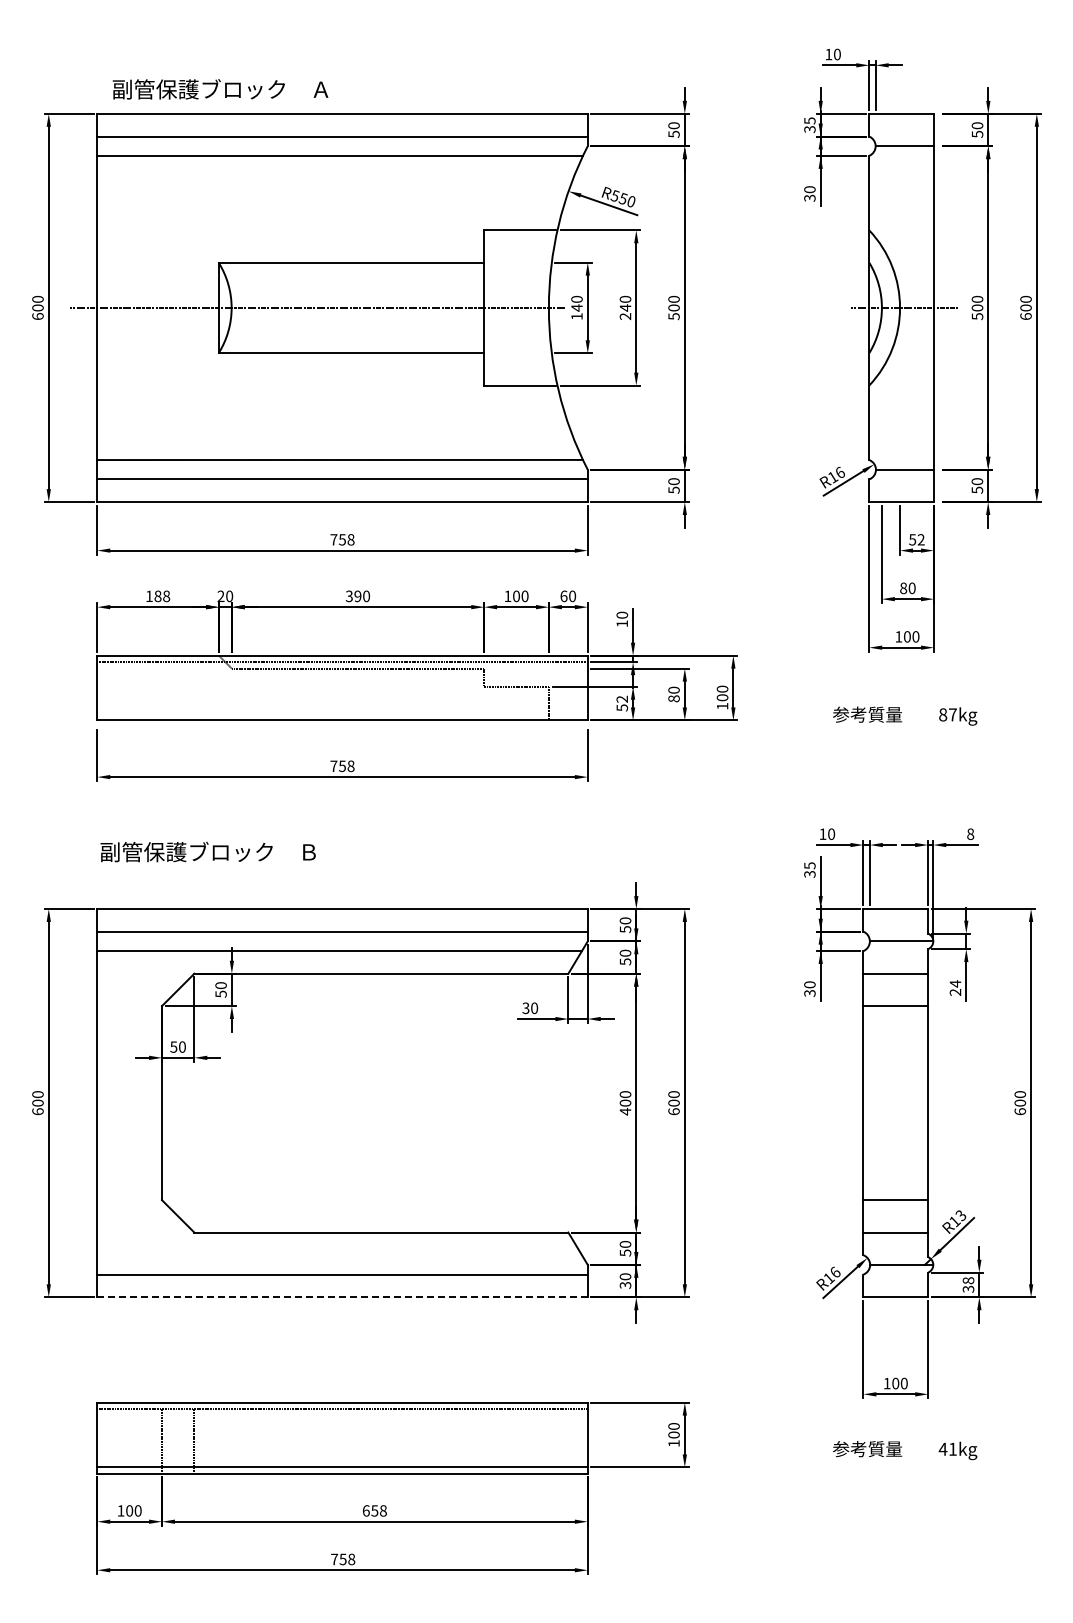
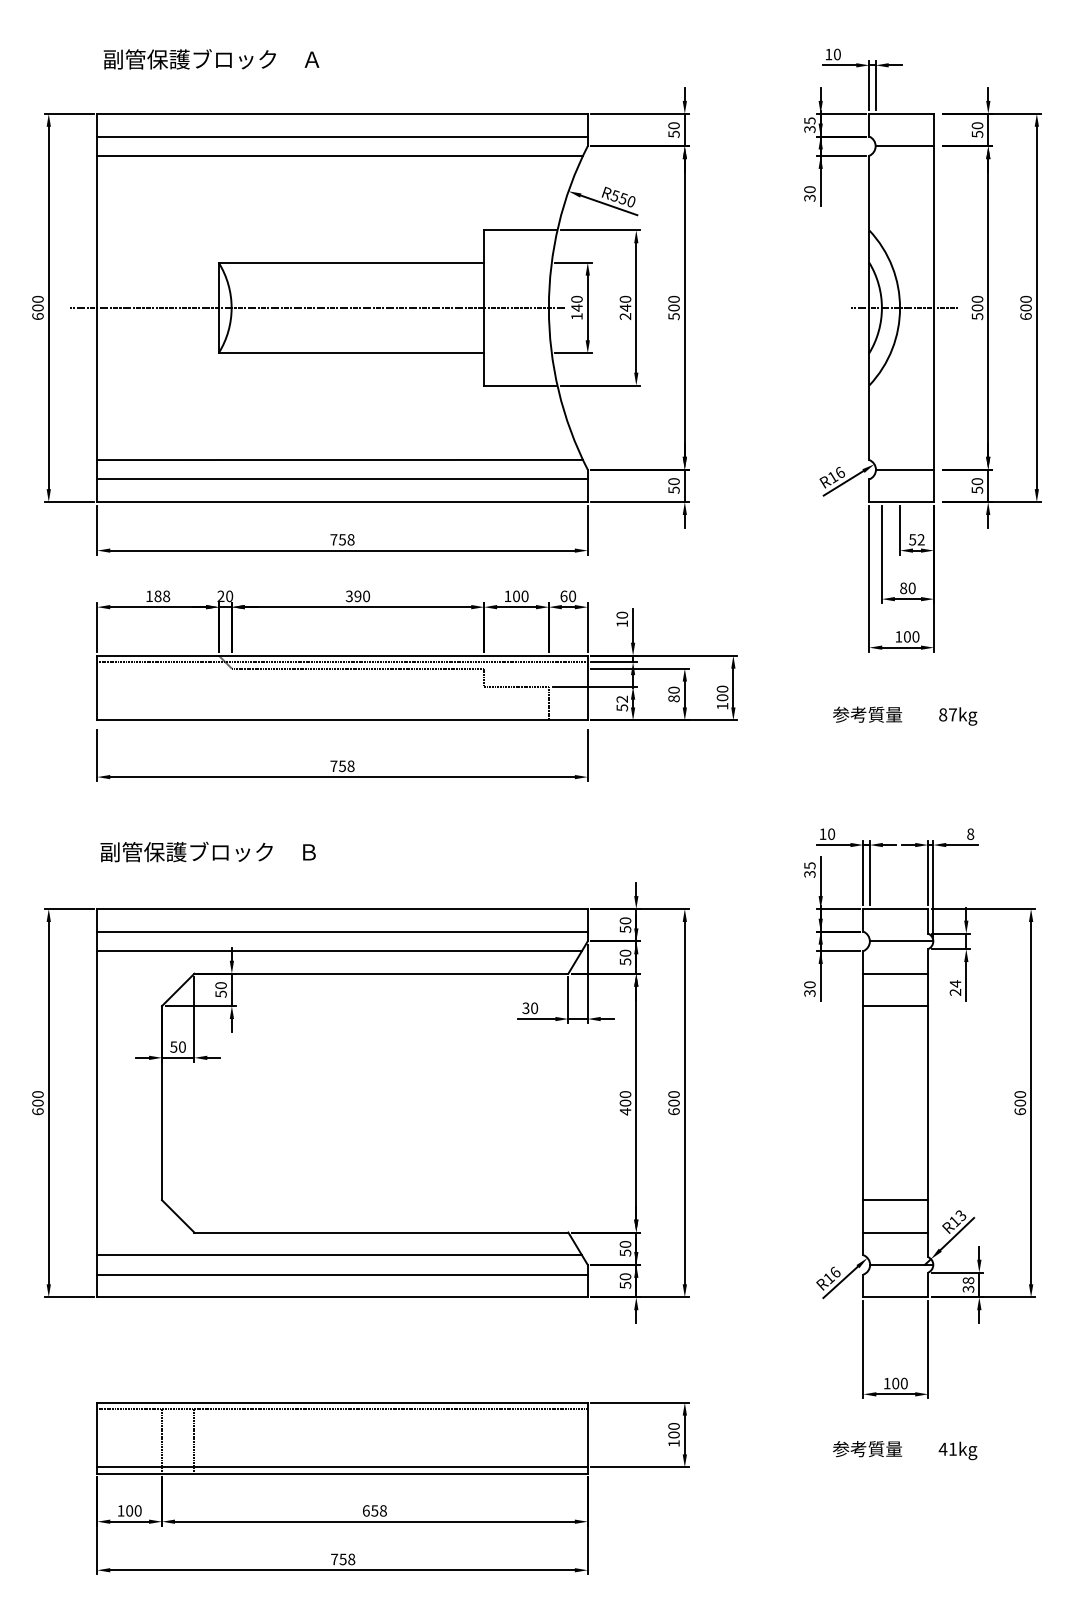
text at (220, 89) position: (220, 89) -> (211, 59)
line at (339, 1255): none -> present
text at (624, 1285): 30 -> 50
line at (343, 1297): dashed -> solid
